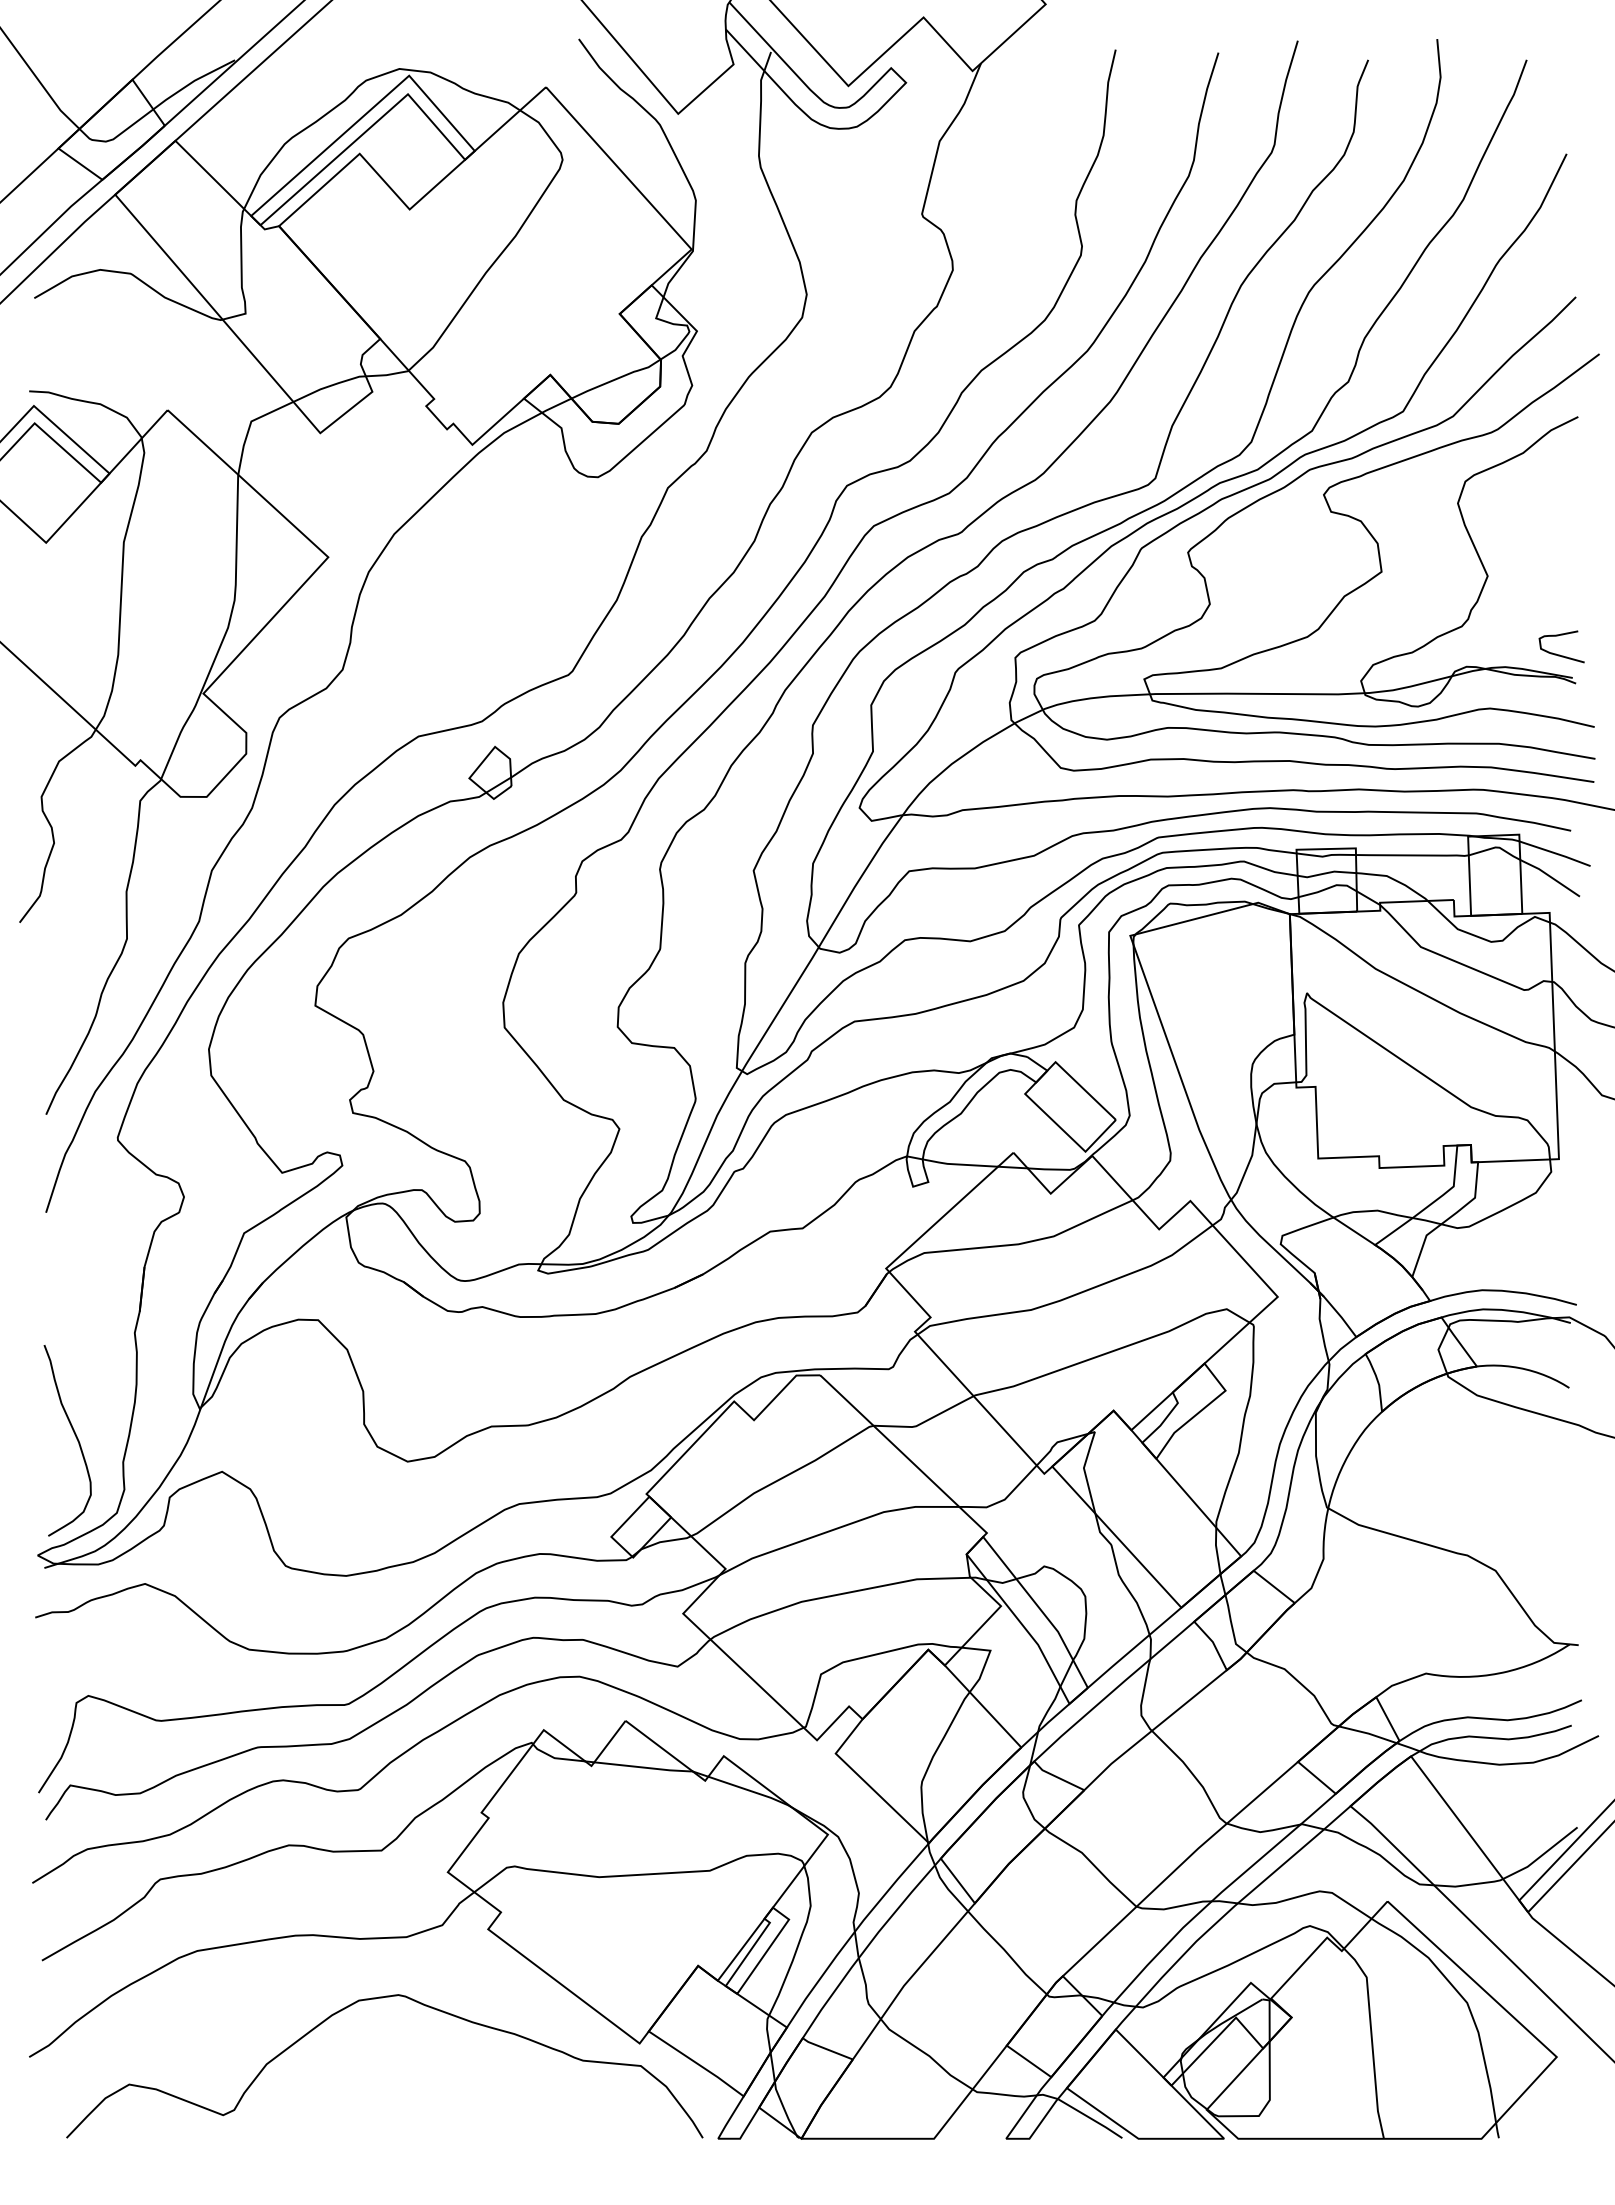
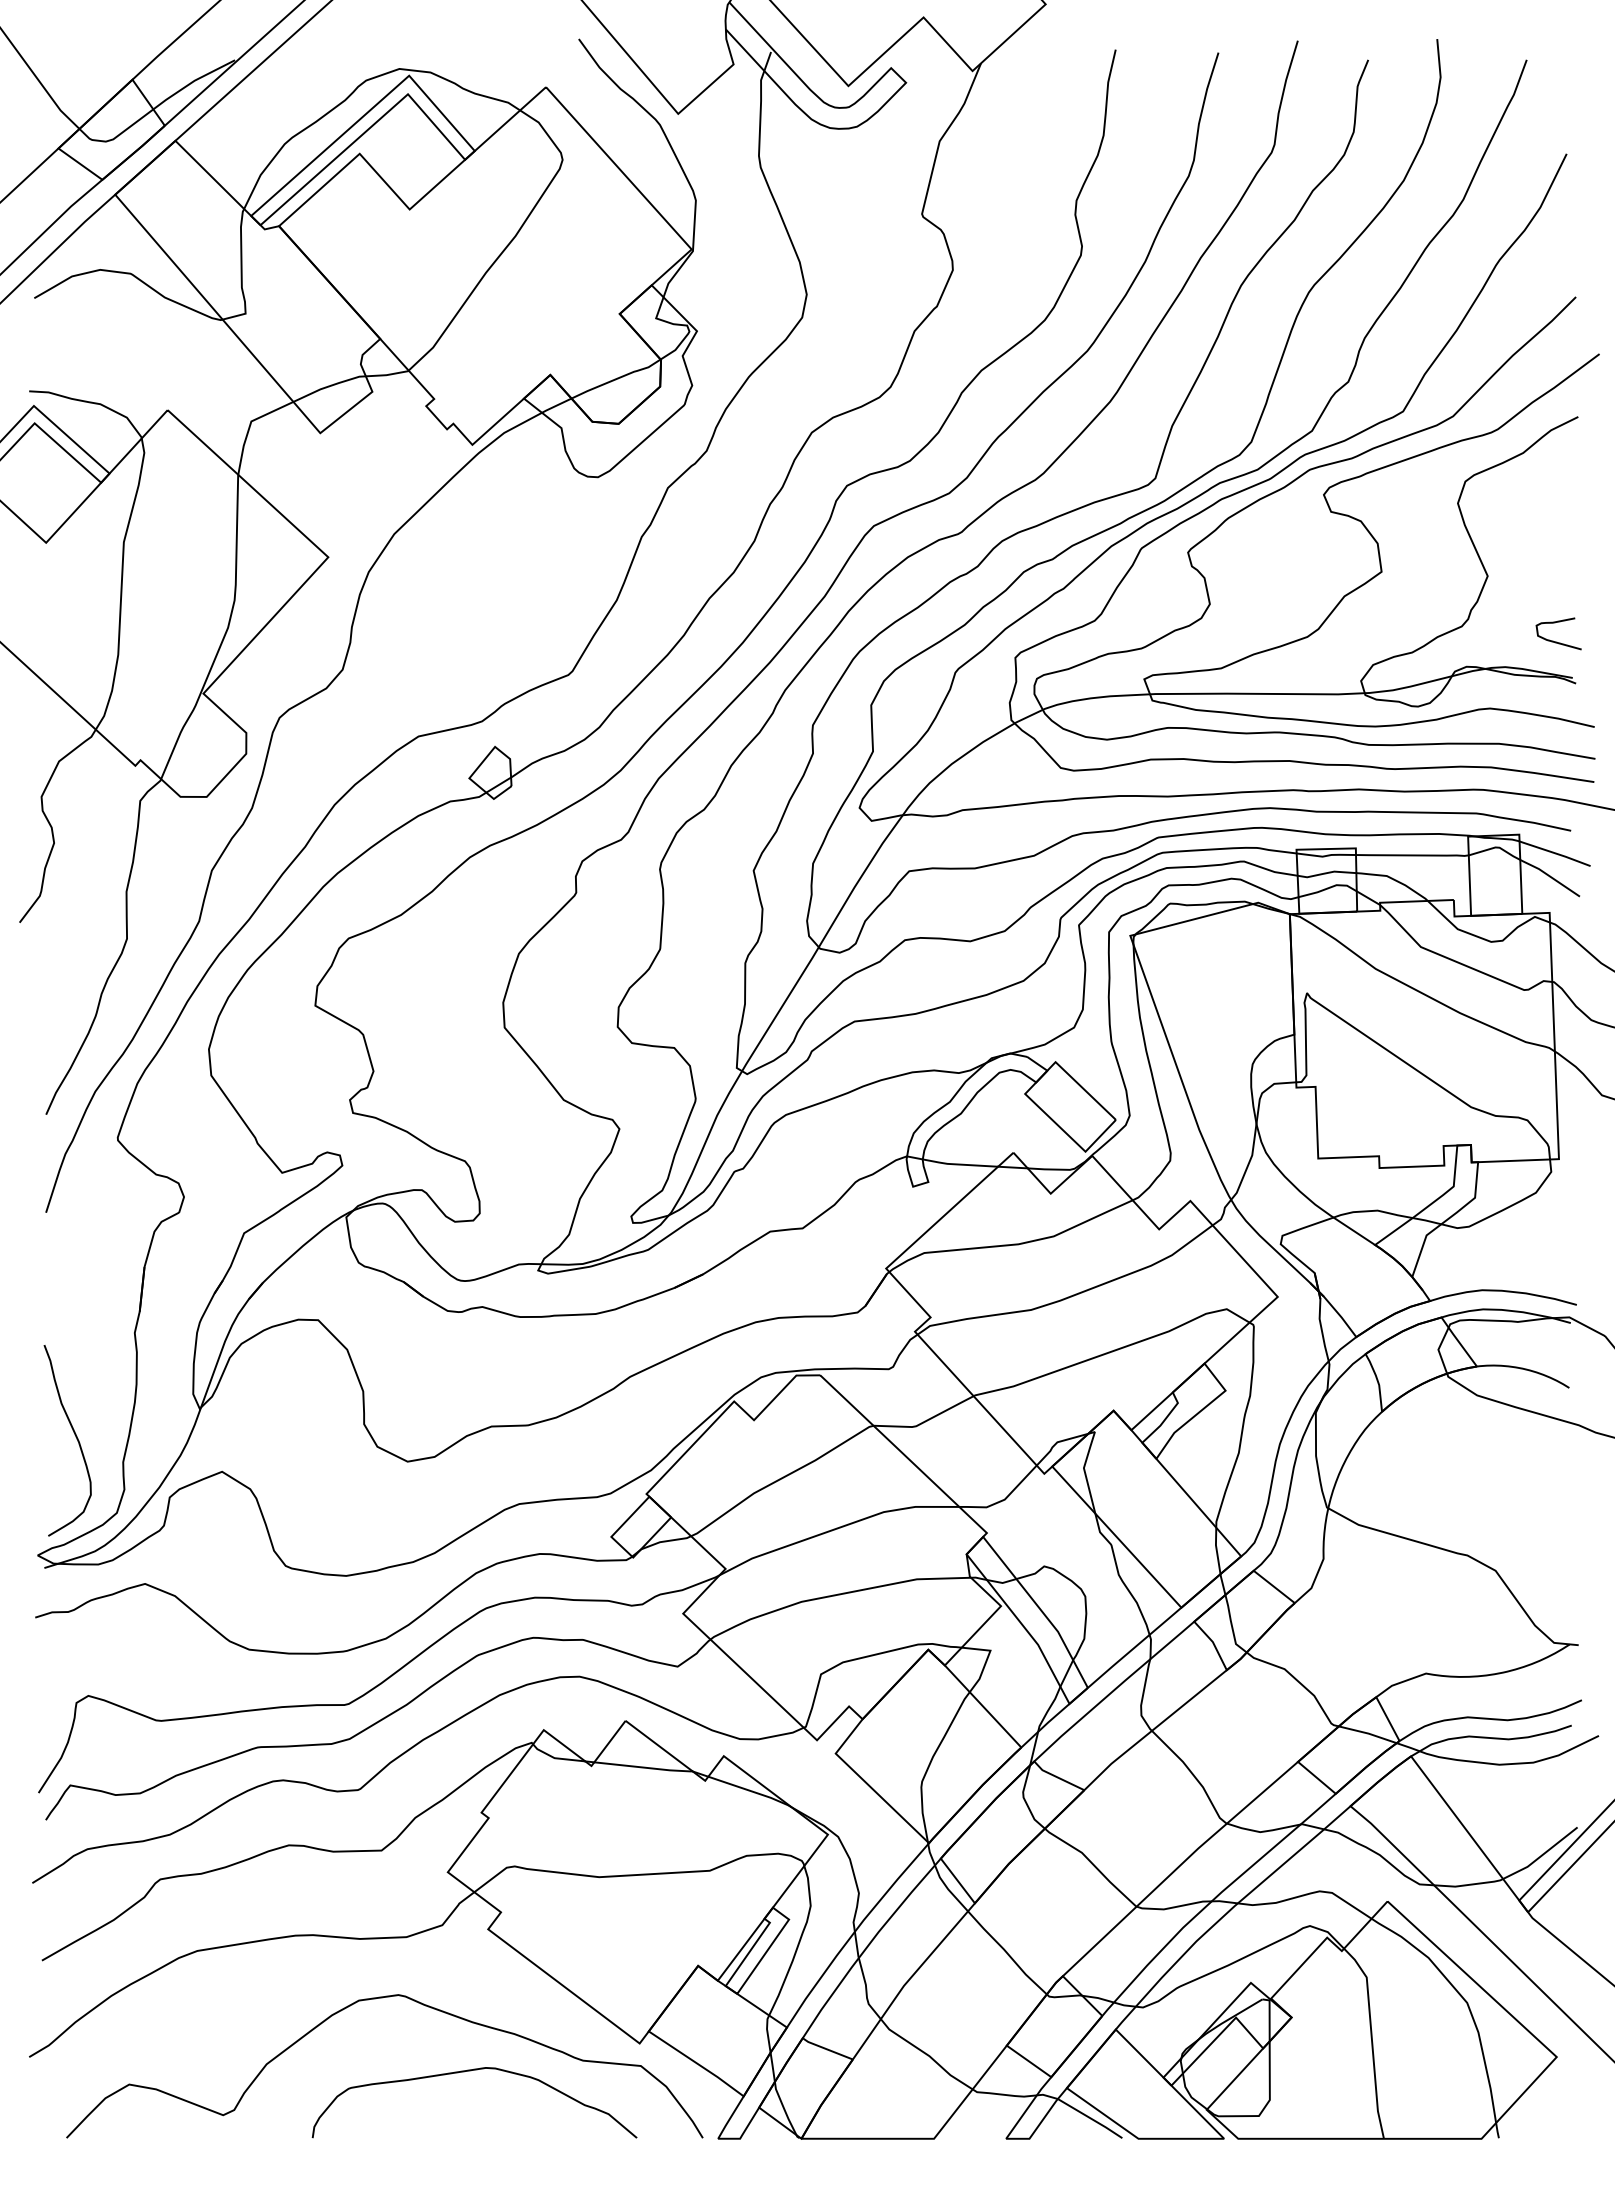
curve at (1559, 654) position: (1559, 654) -> (1556, 641)
curve at (470, 2071): none -> present
